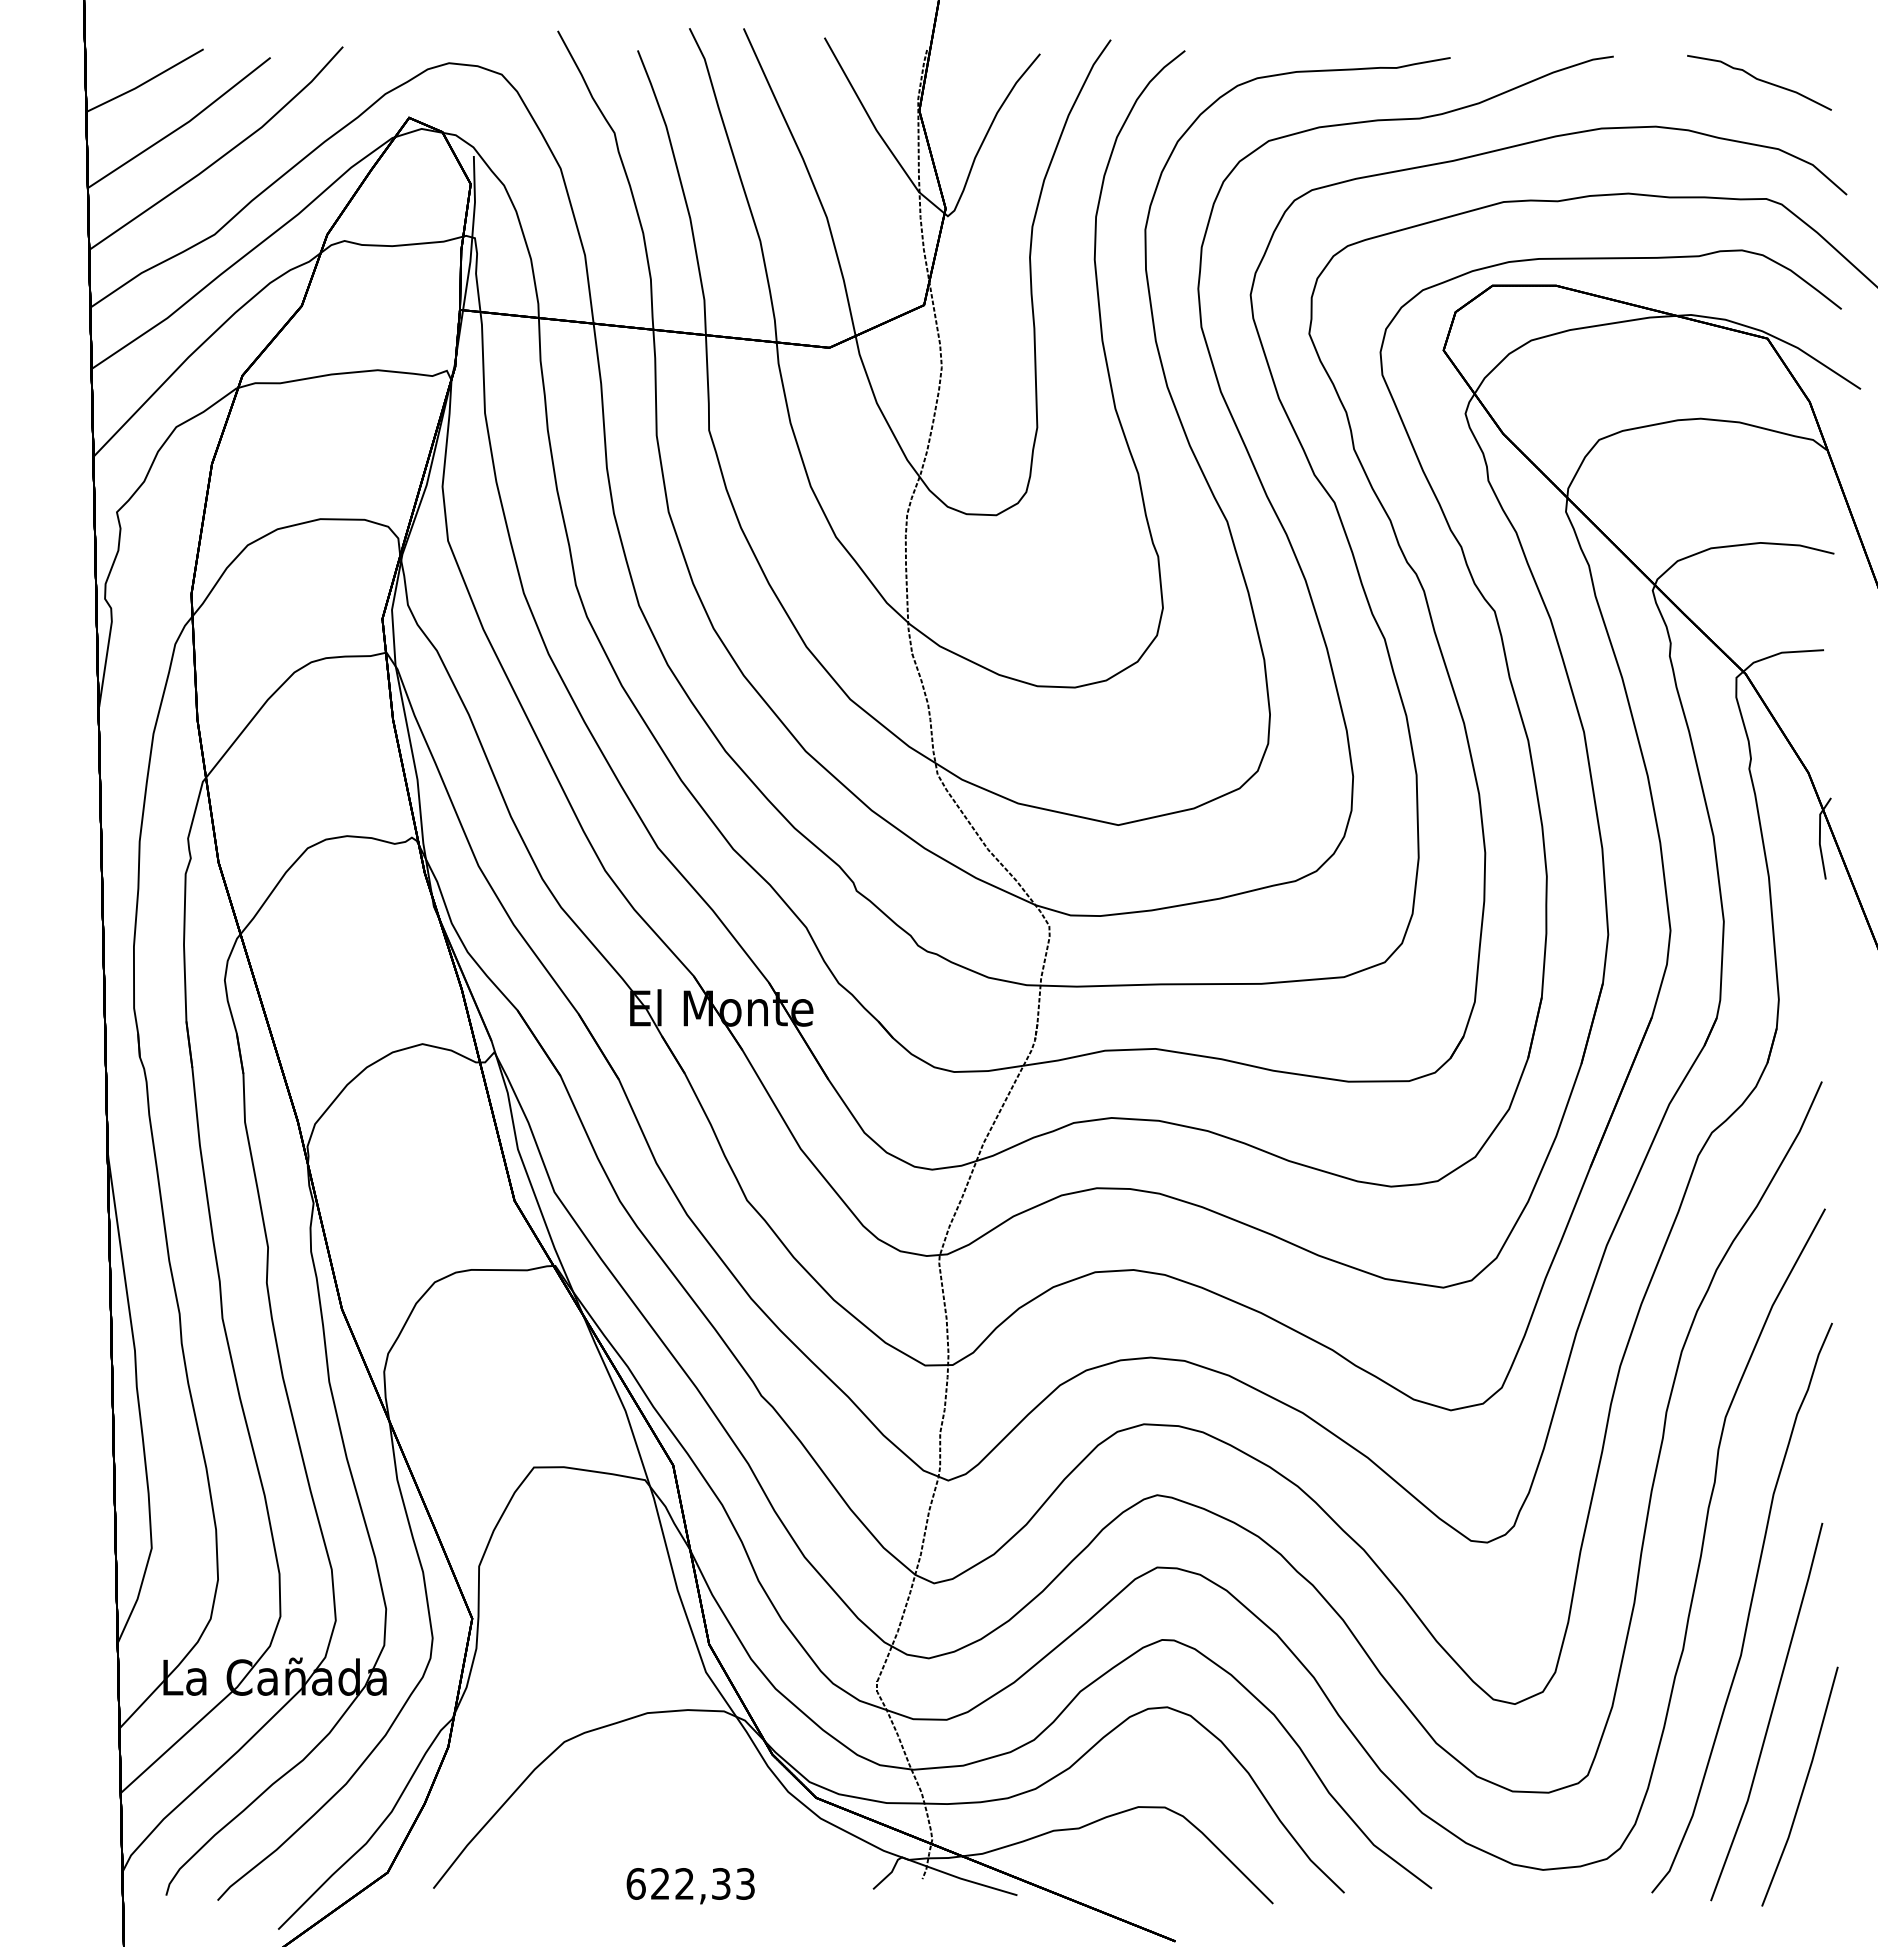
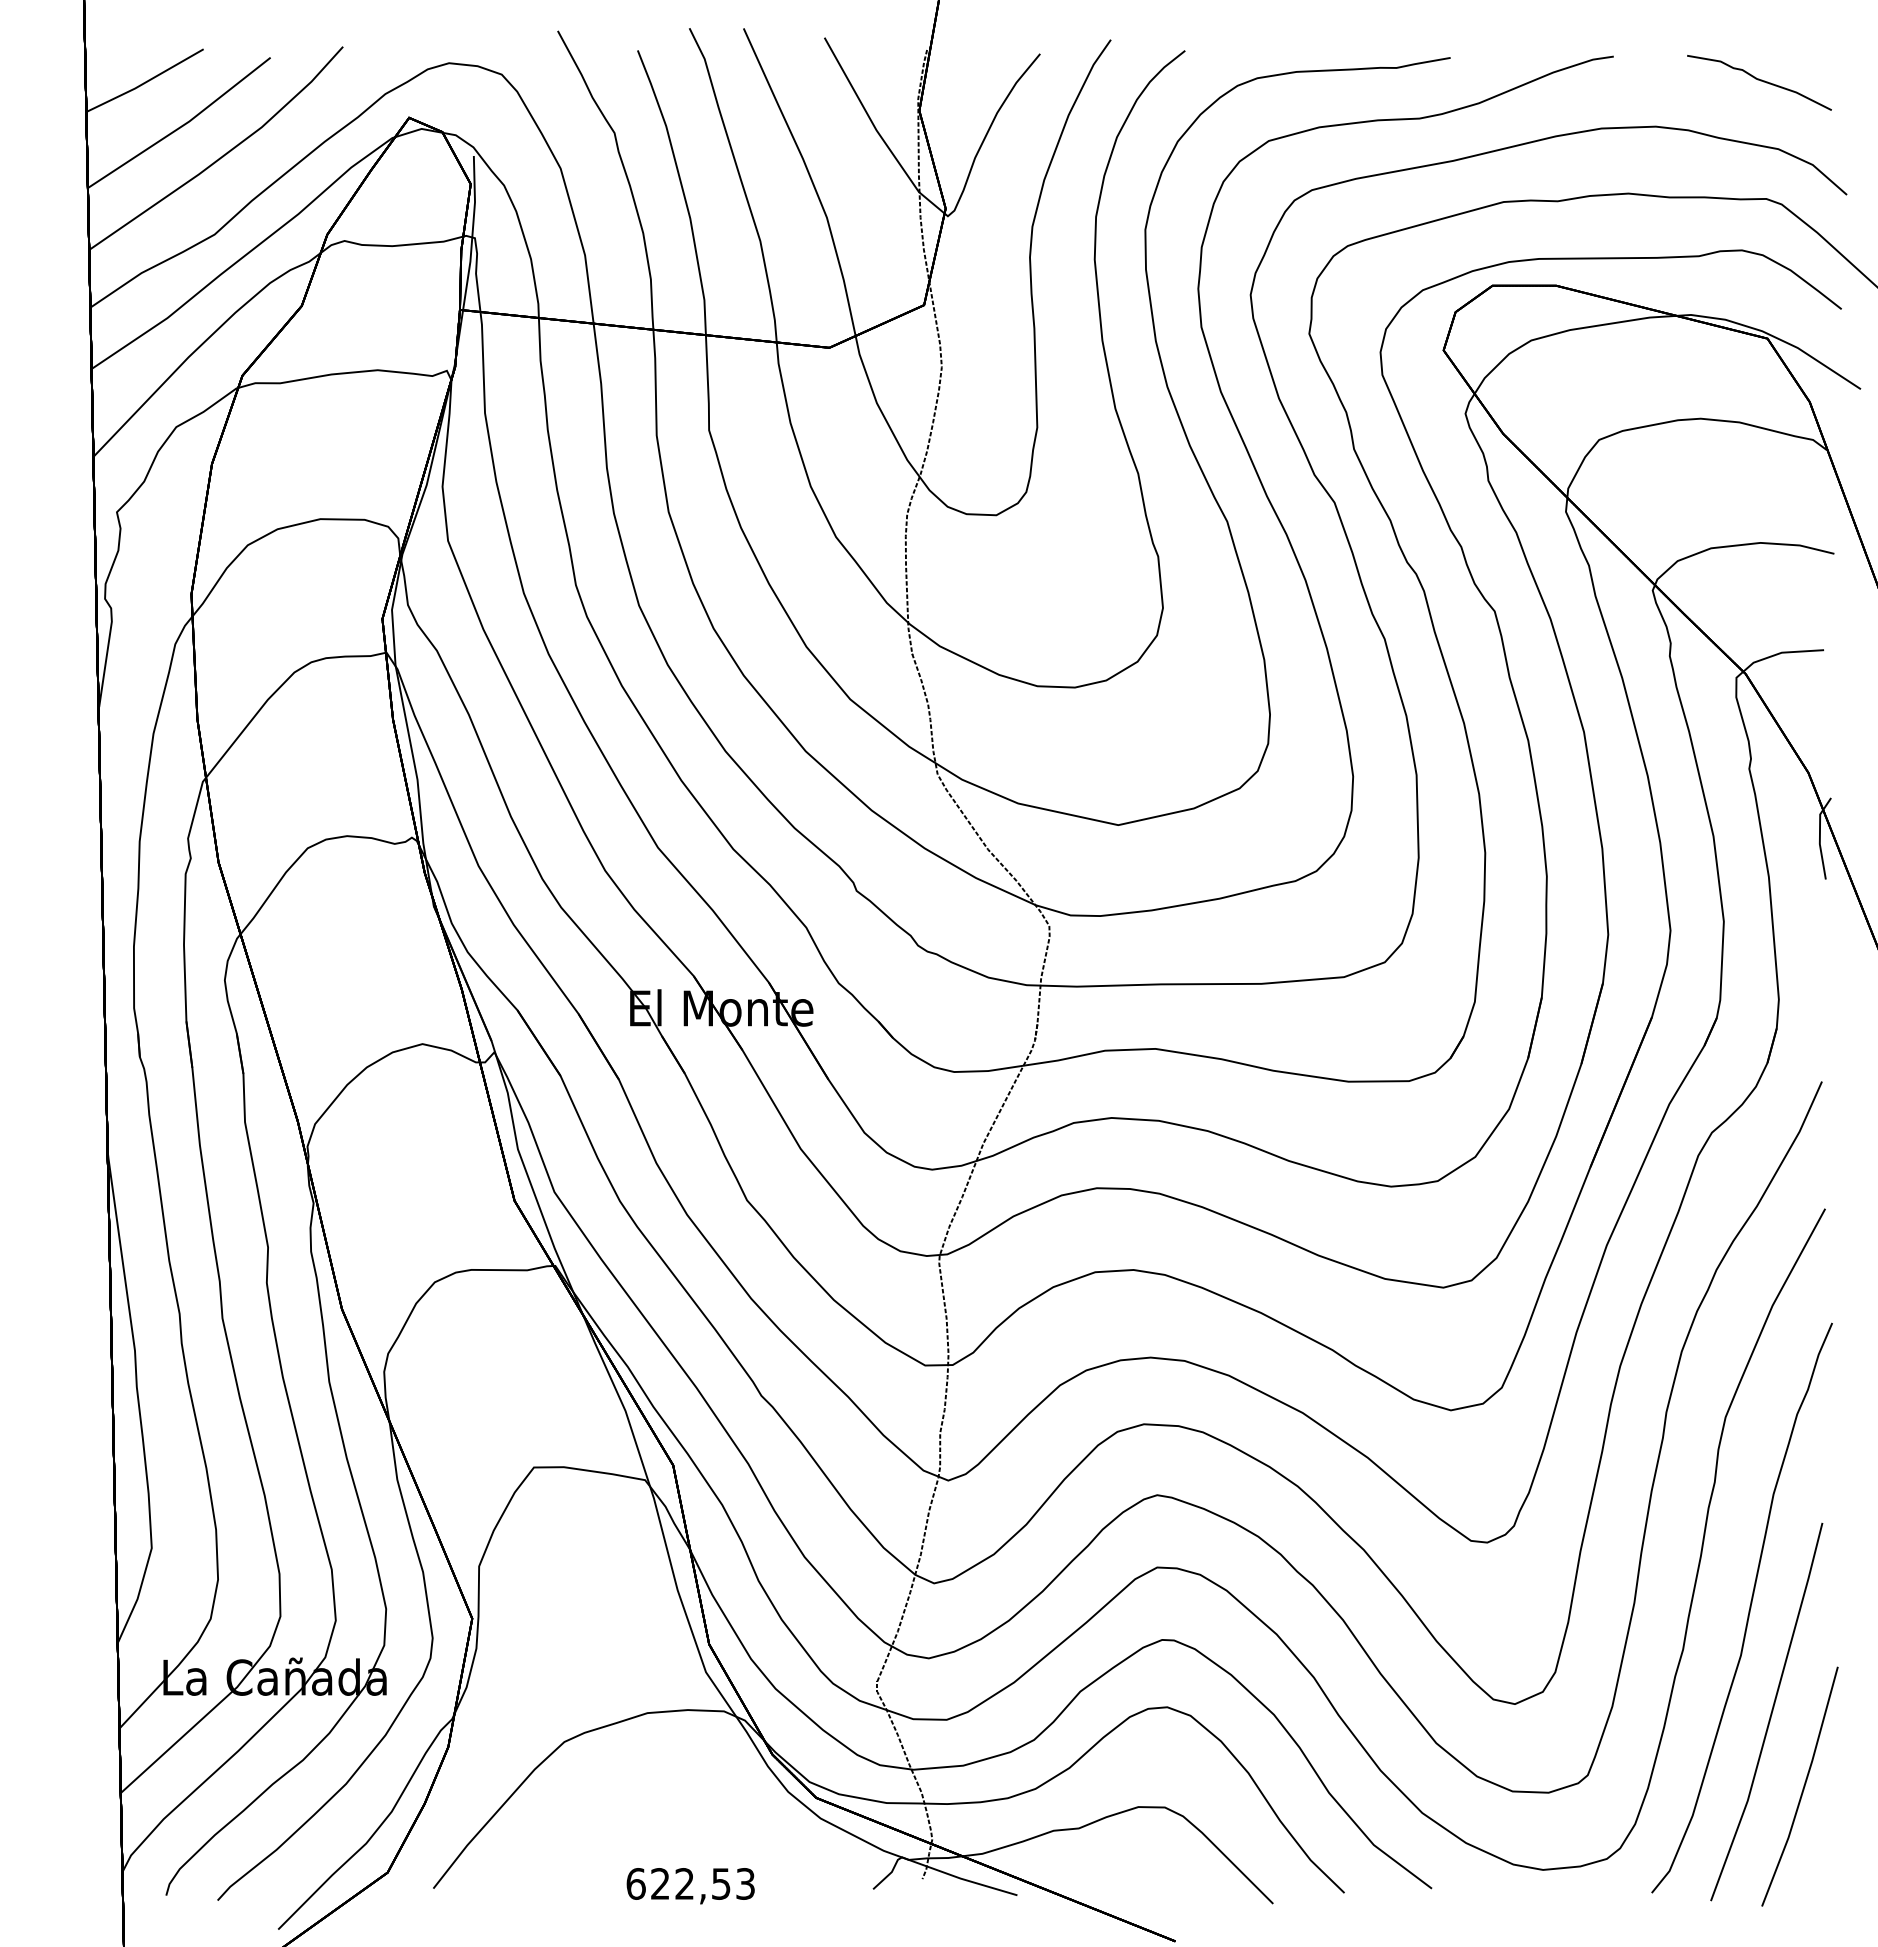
text at (721, 1883): 622,33 -> 622,53
